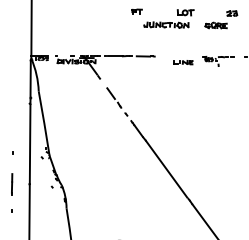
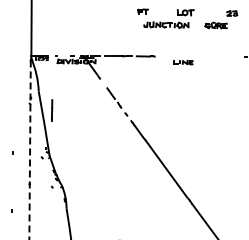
part at (136, 11) position: (136, 11) -> (142, 11)
part at (218, 60): present -> none
line at (30, 150): solid -> dashed
line at (12, 184) position: (12, 184) -> (52, 110)
